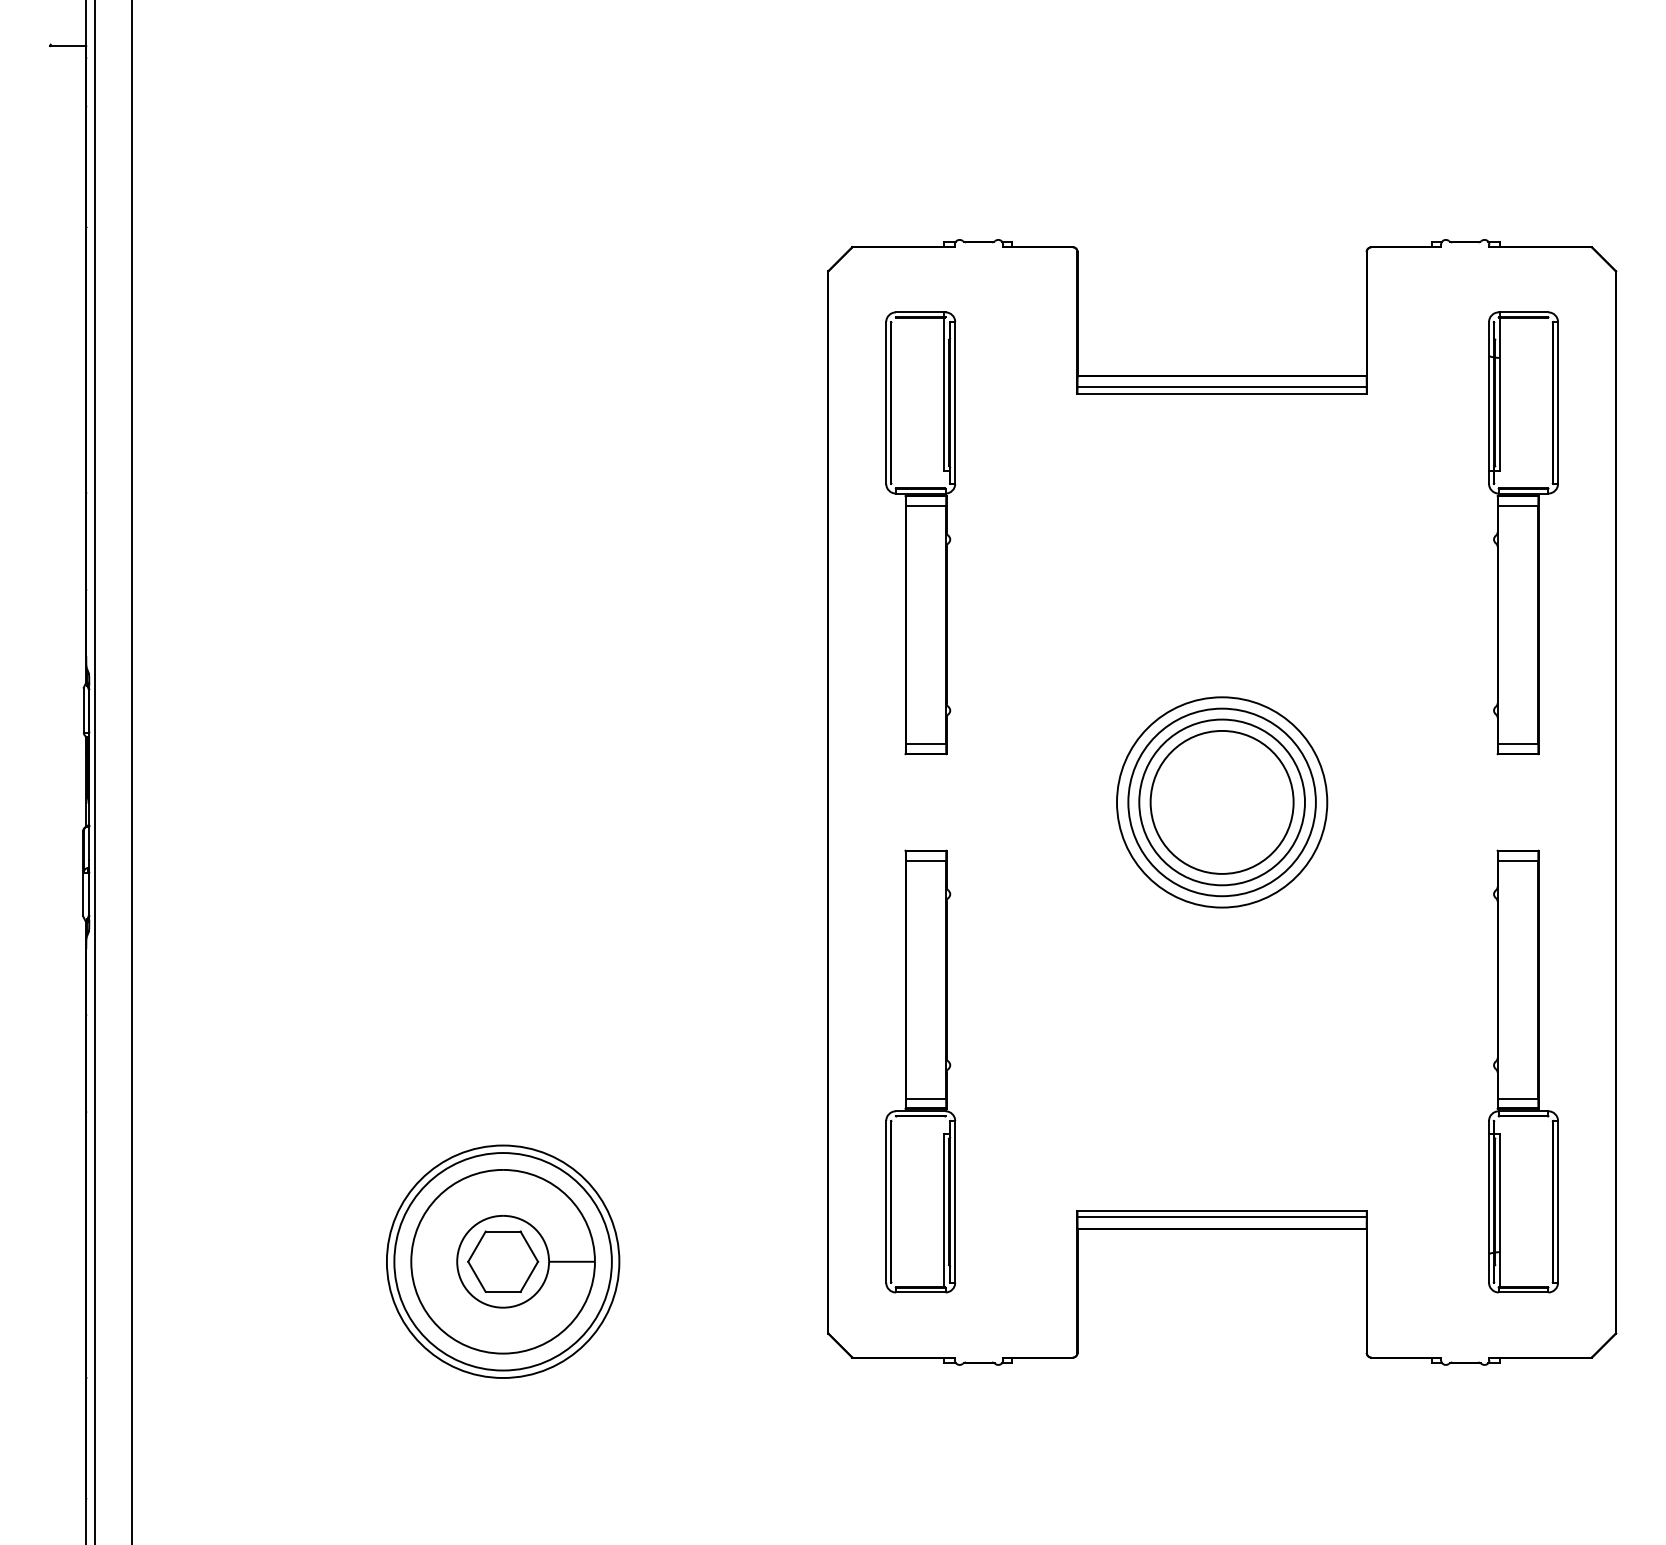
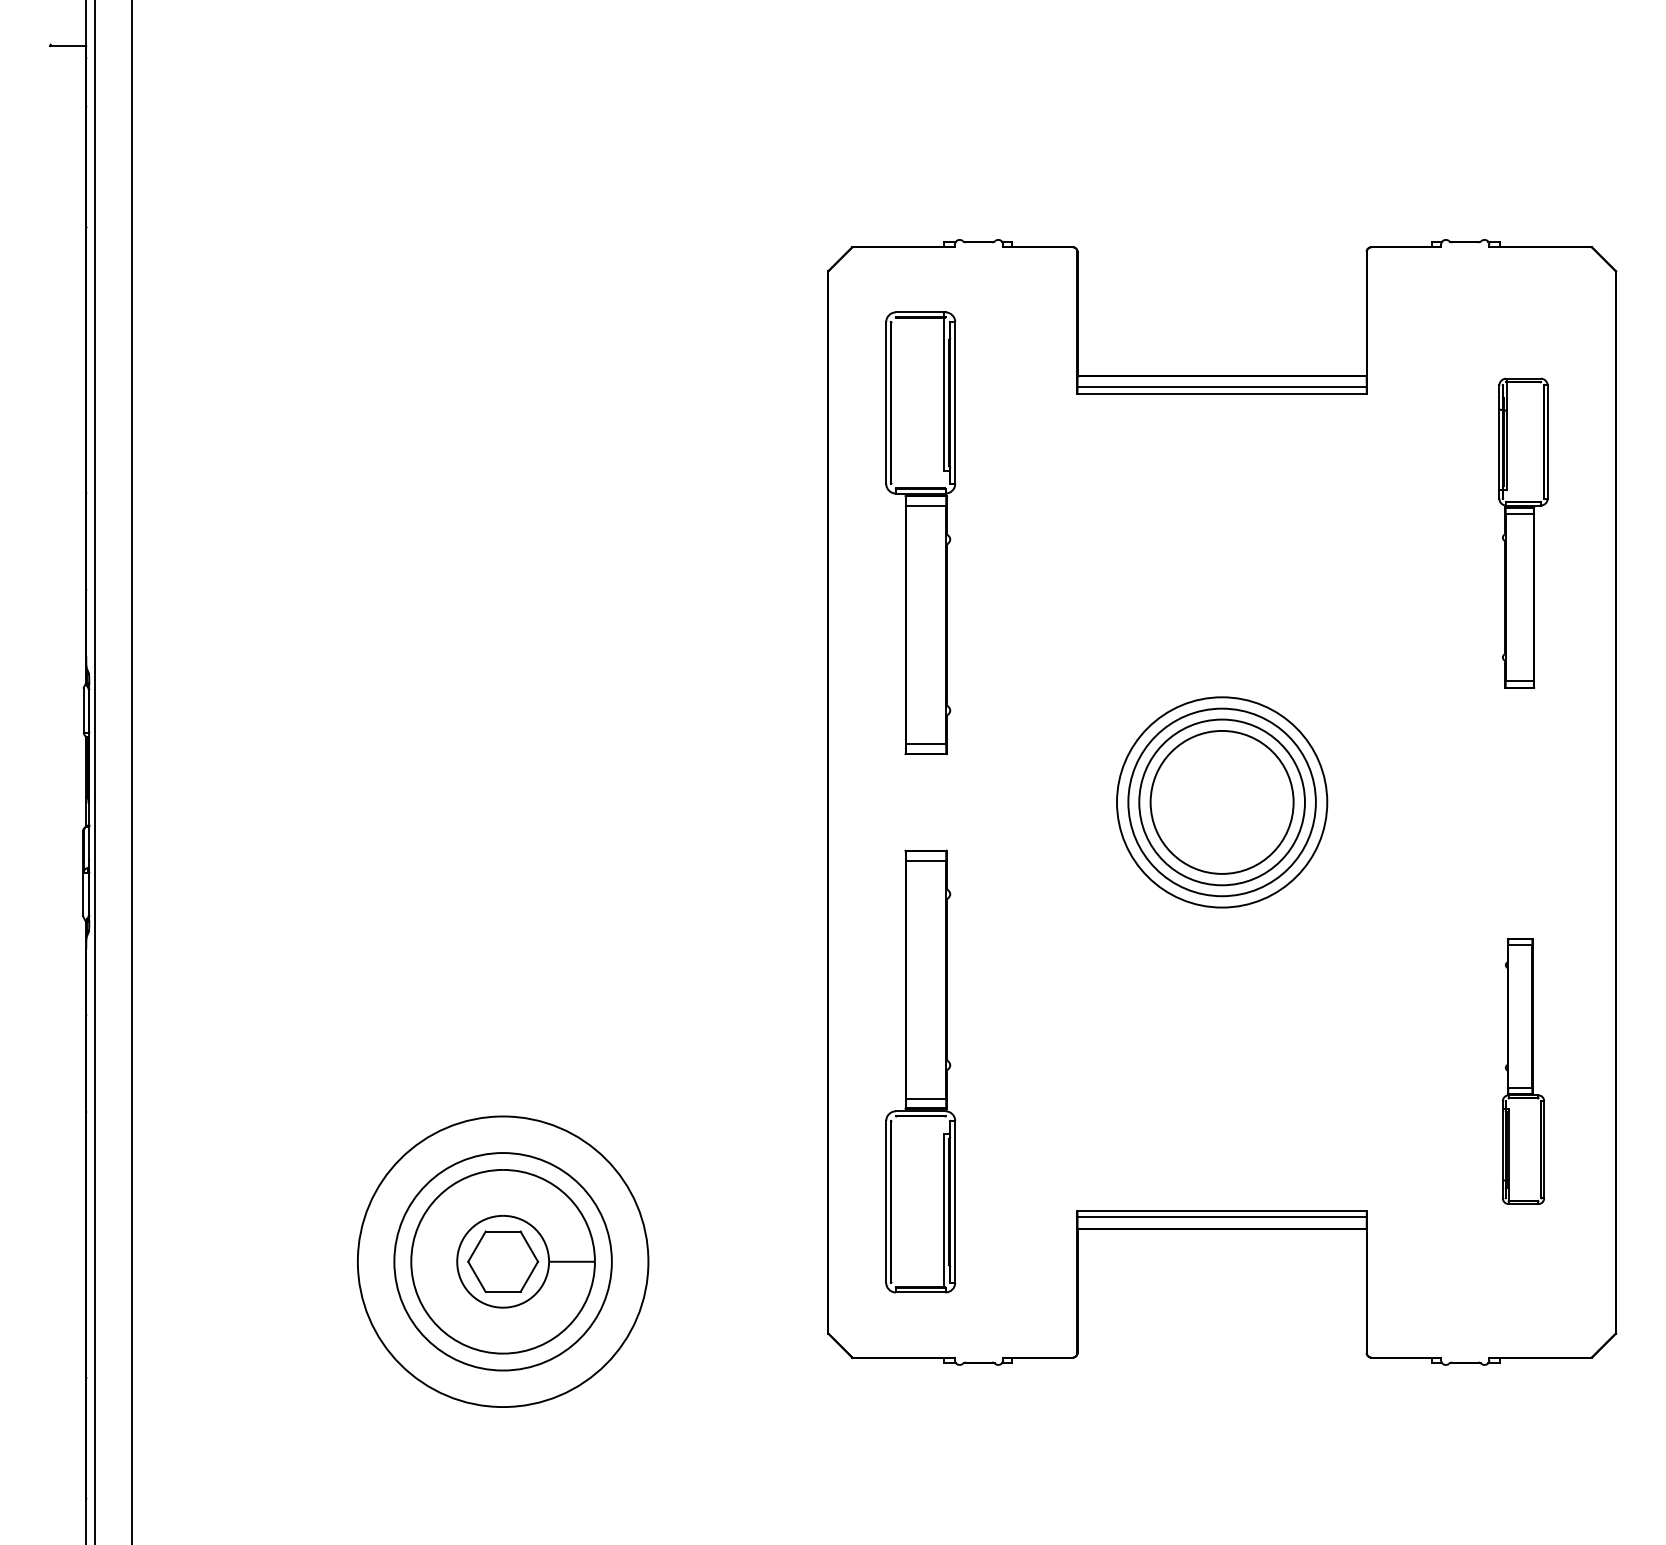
part at (1523, 533) size: 71x445 px -> 51x312 px
part at (1523, 1071) size: 71x445 px -> 44x267 px
circle at (502, 1261) diameter: 232 px -> 291 px
